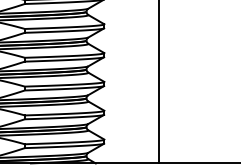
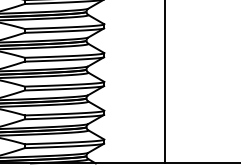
line at (158, 81) position: (158, 81) -> (164, 81)
